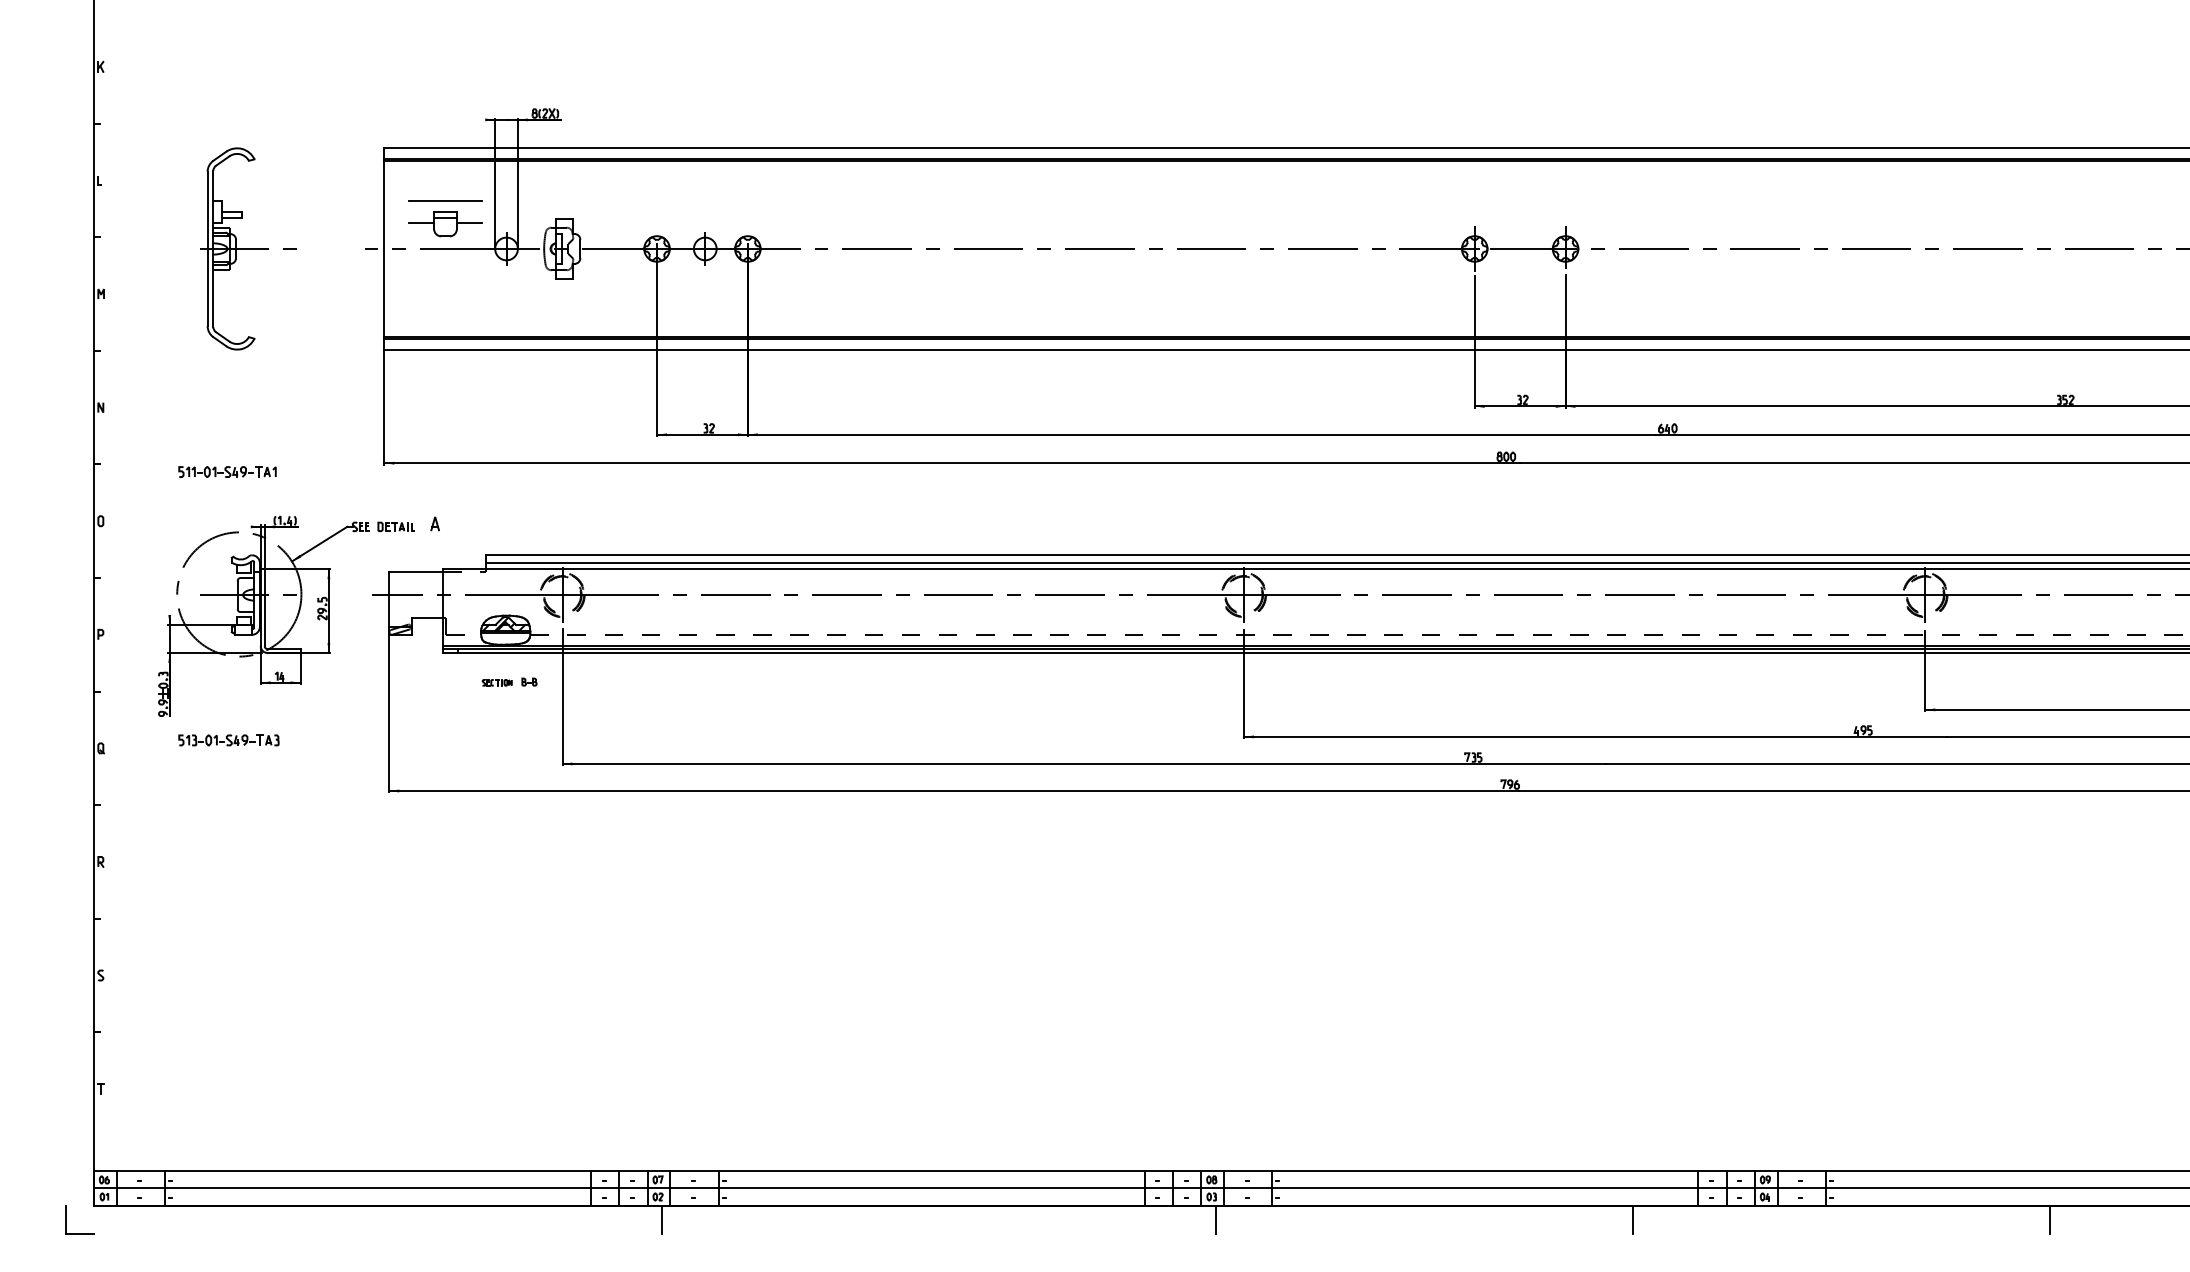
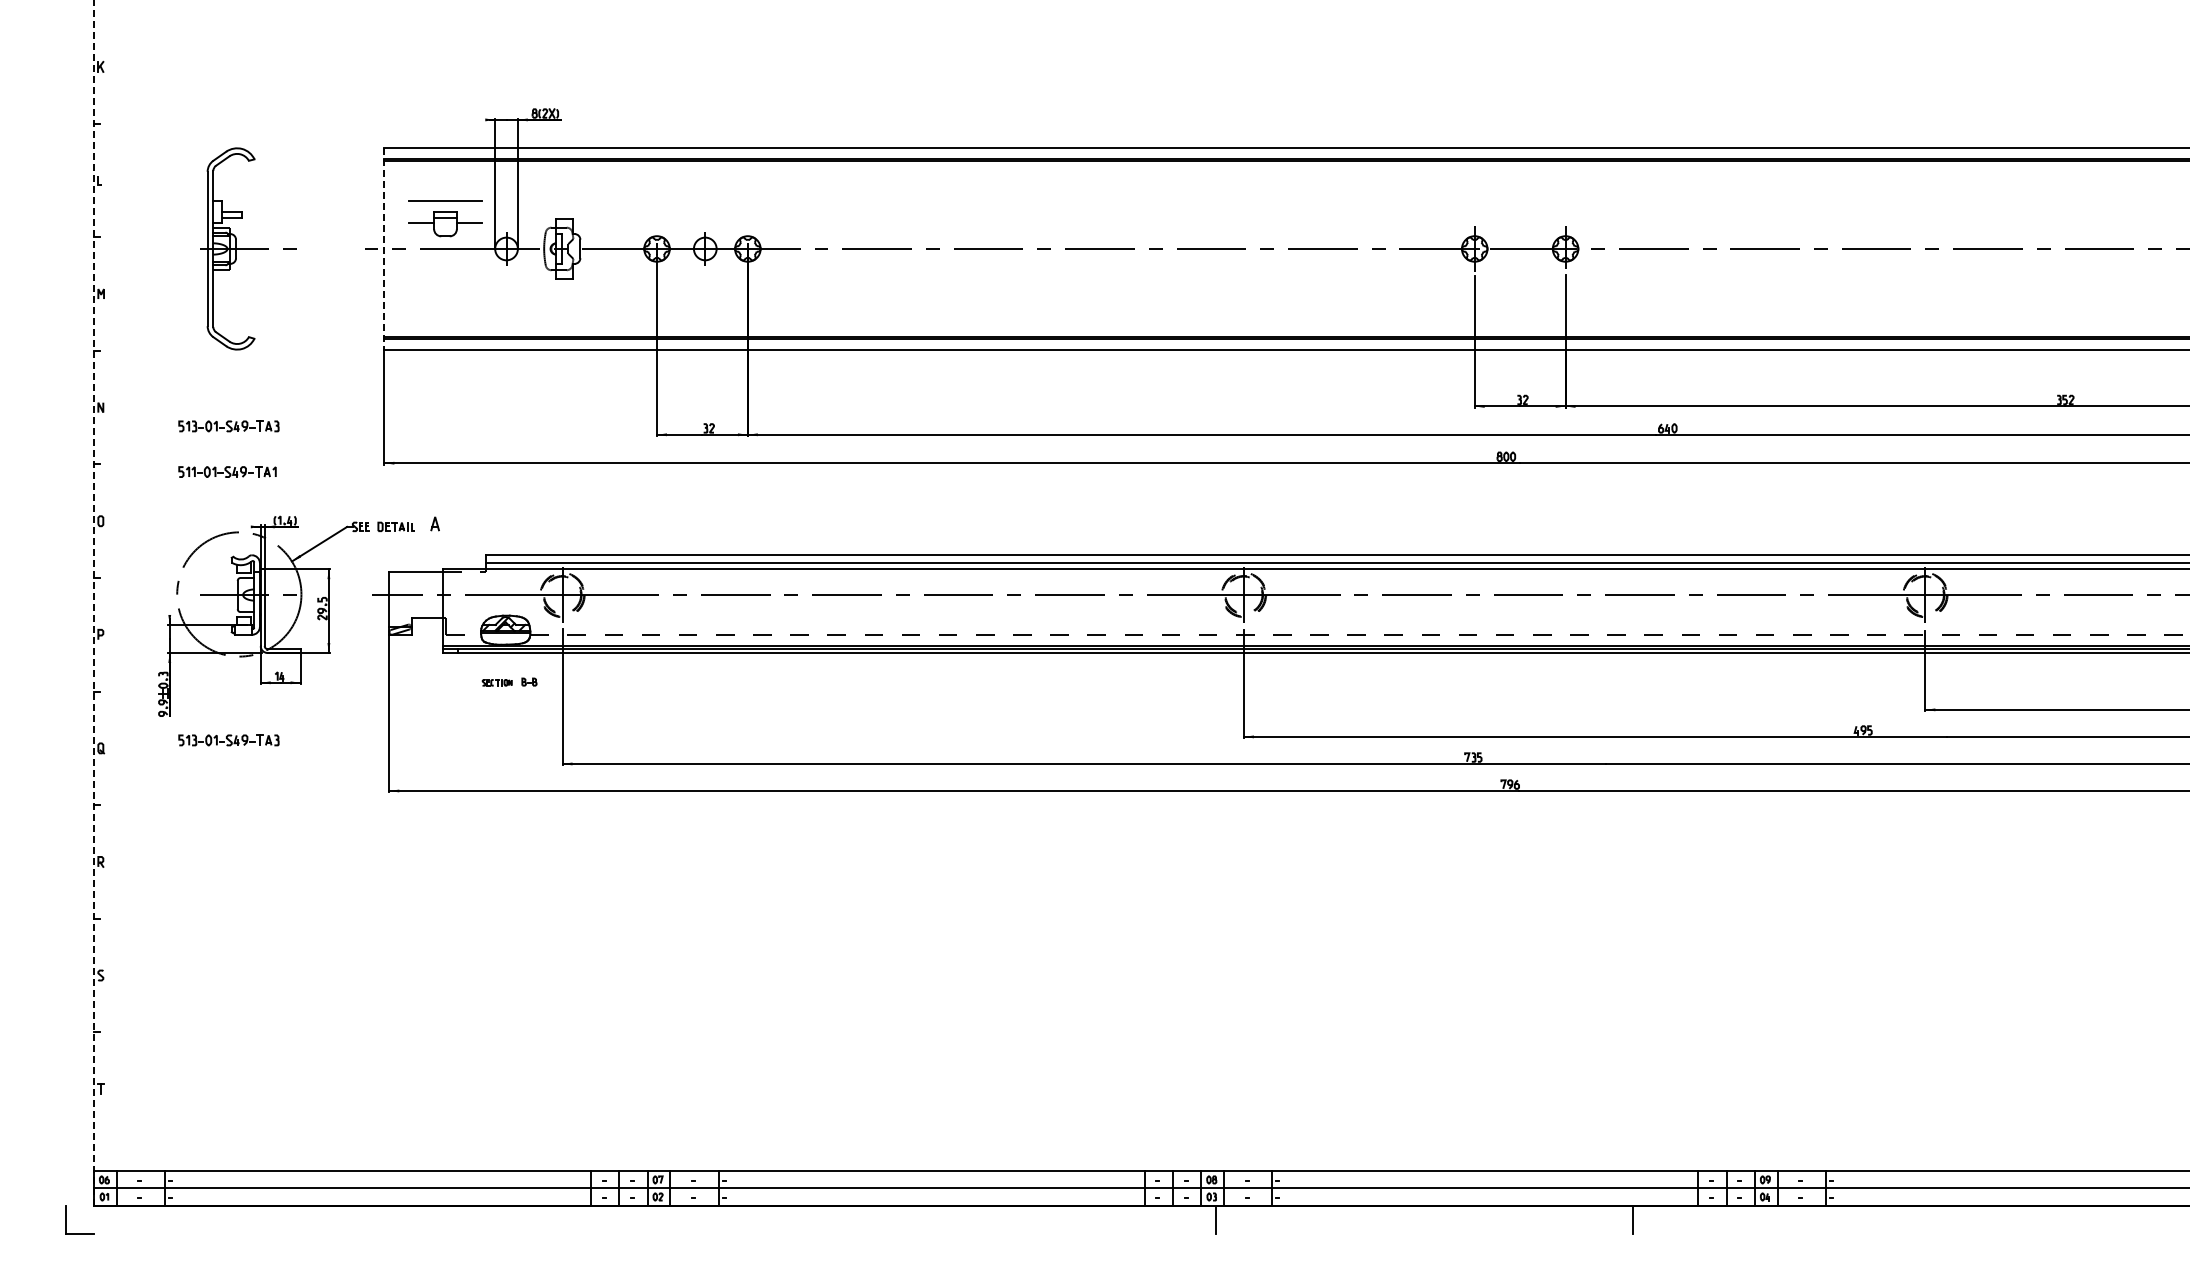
line at (384, 248): solid -> dashed
part at (228, 426): none -> present
line at (94, 602): solid -> dashed
line at (661, 1219): present -> none
line at (2050, 1219): present -> none
